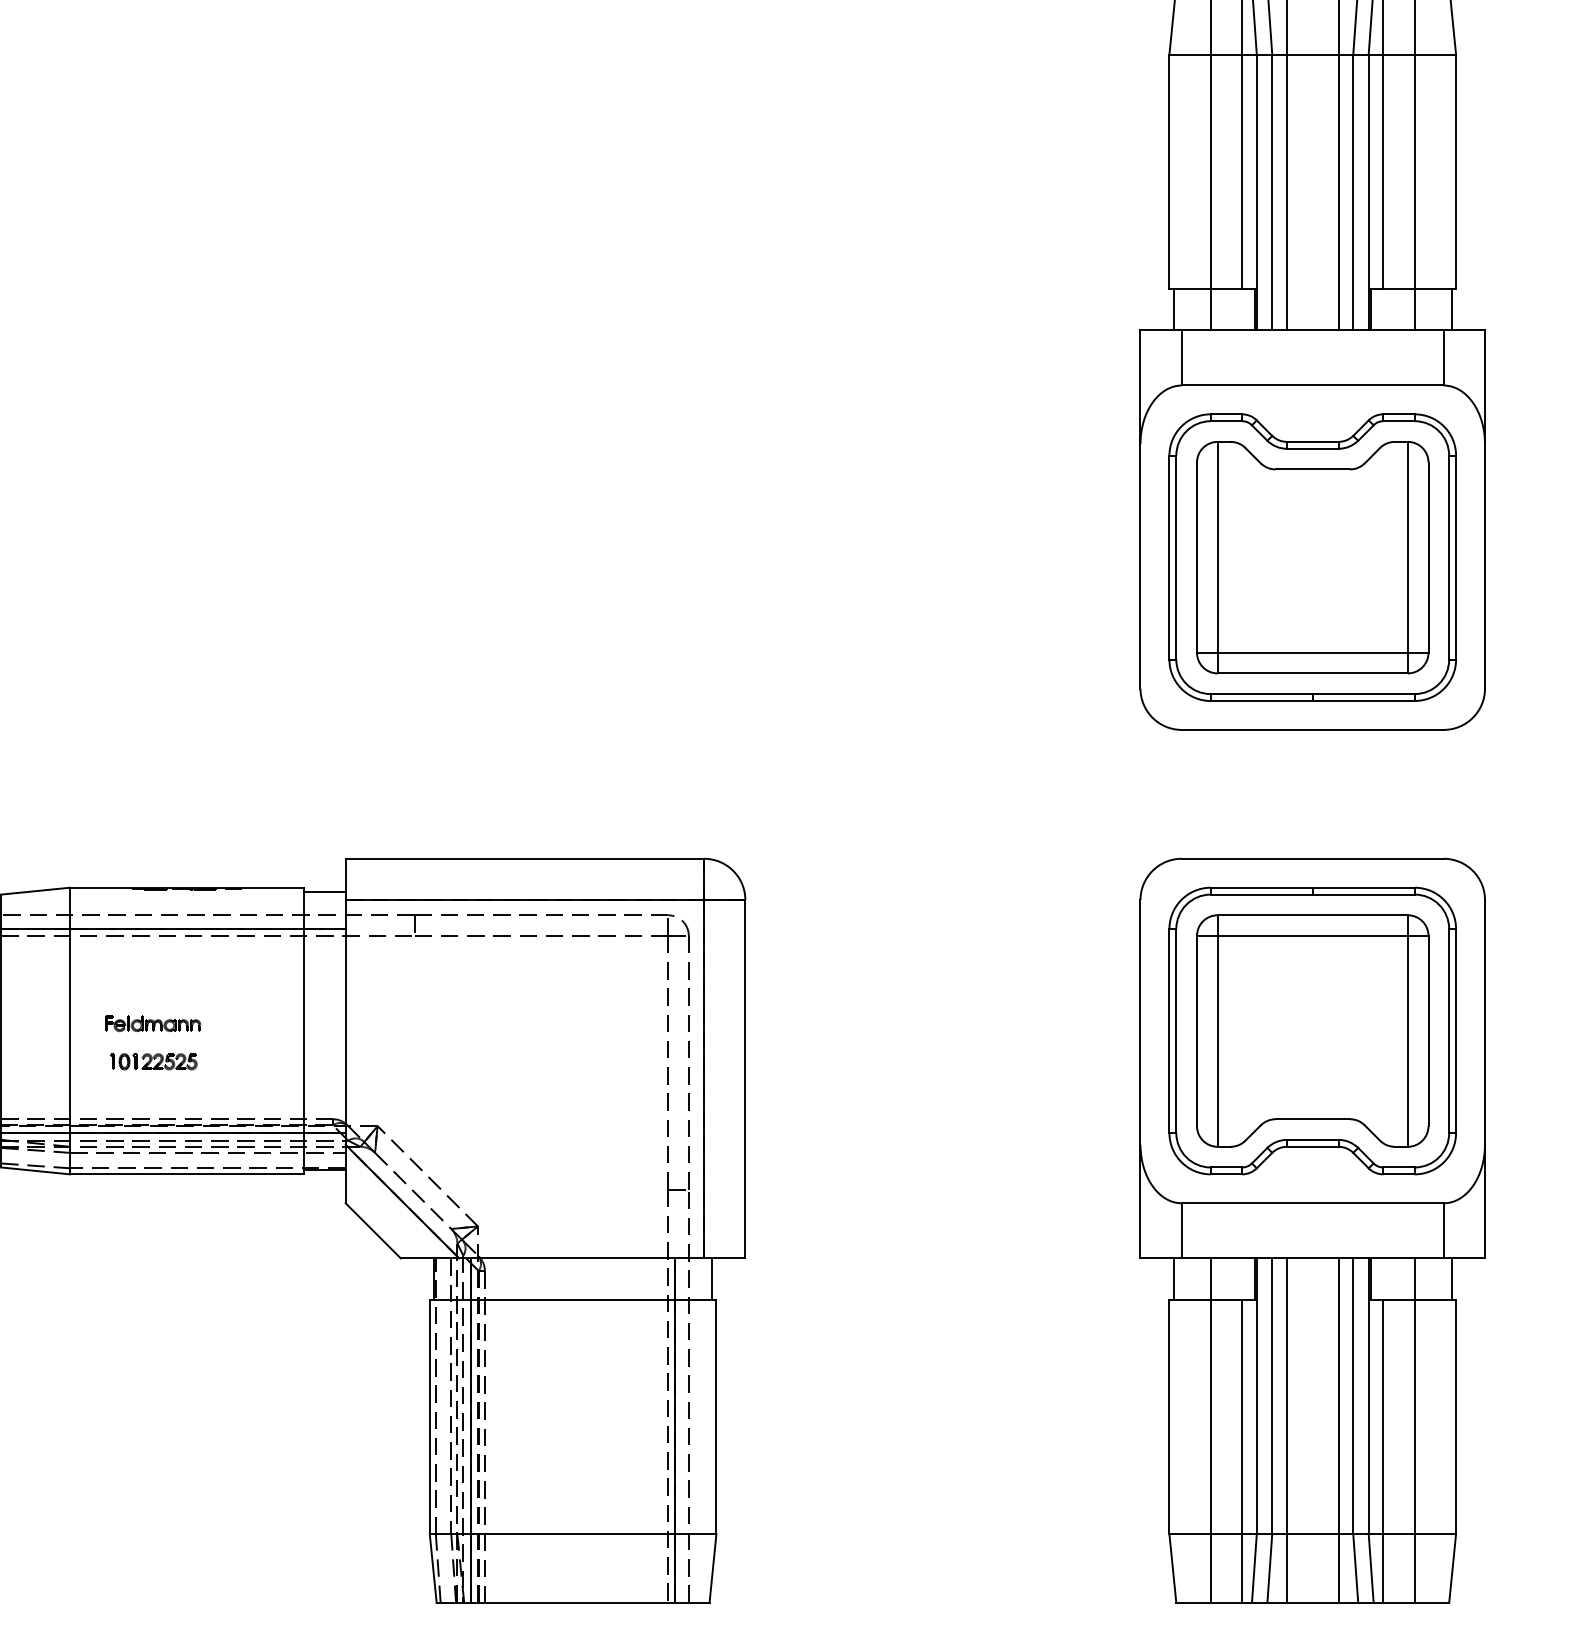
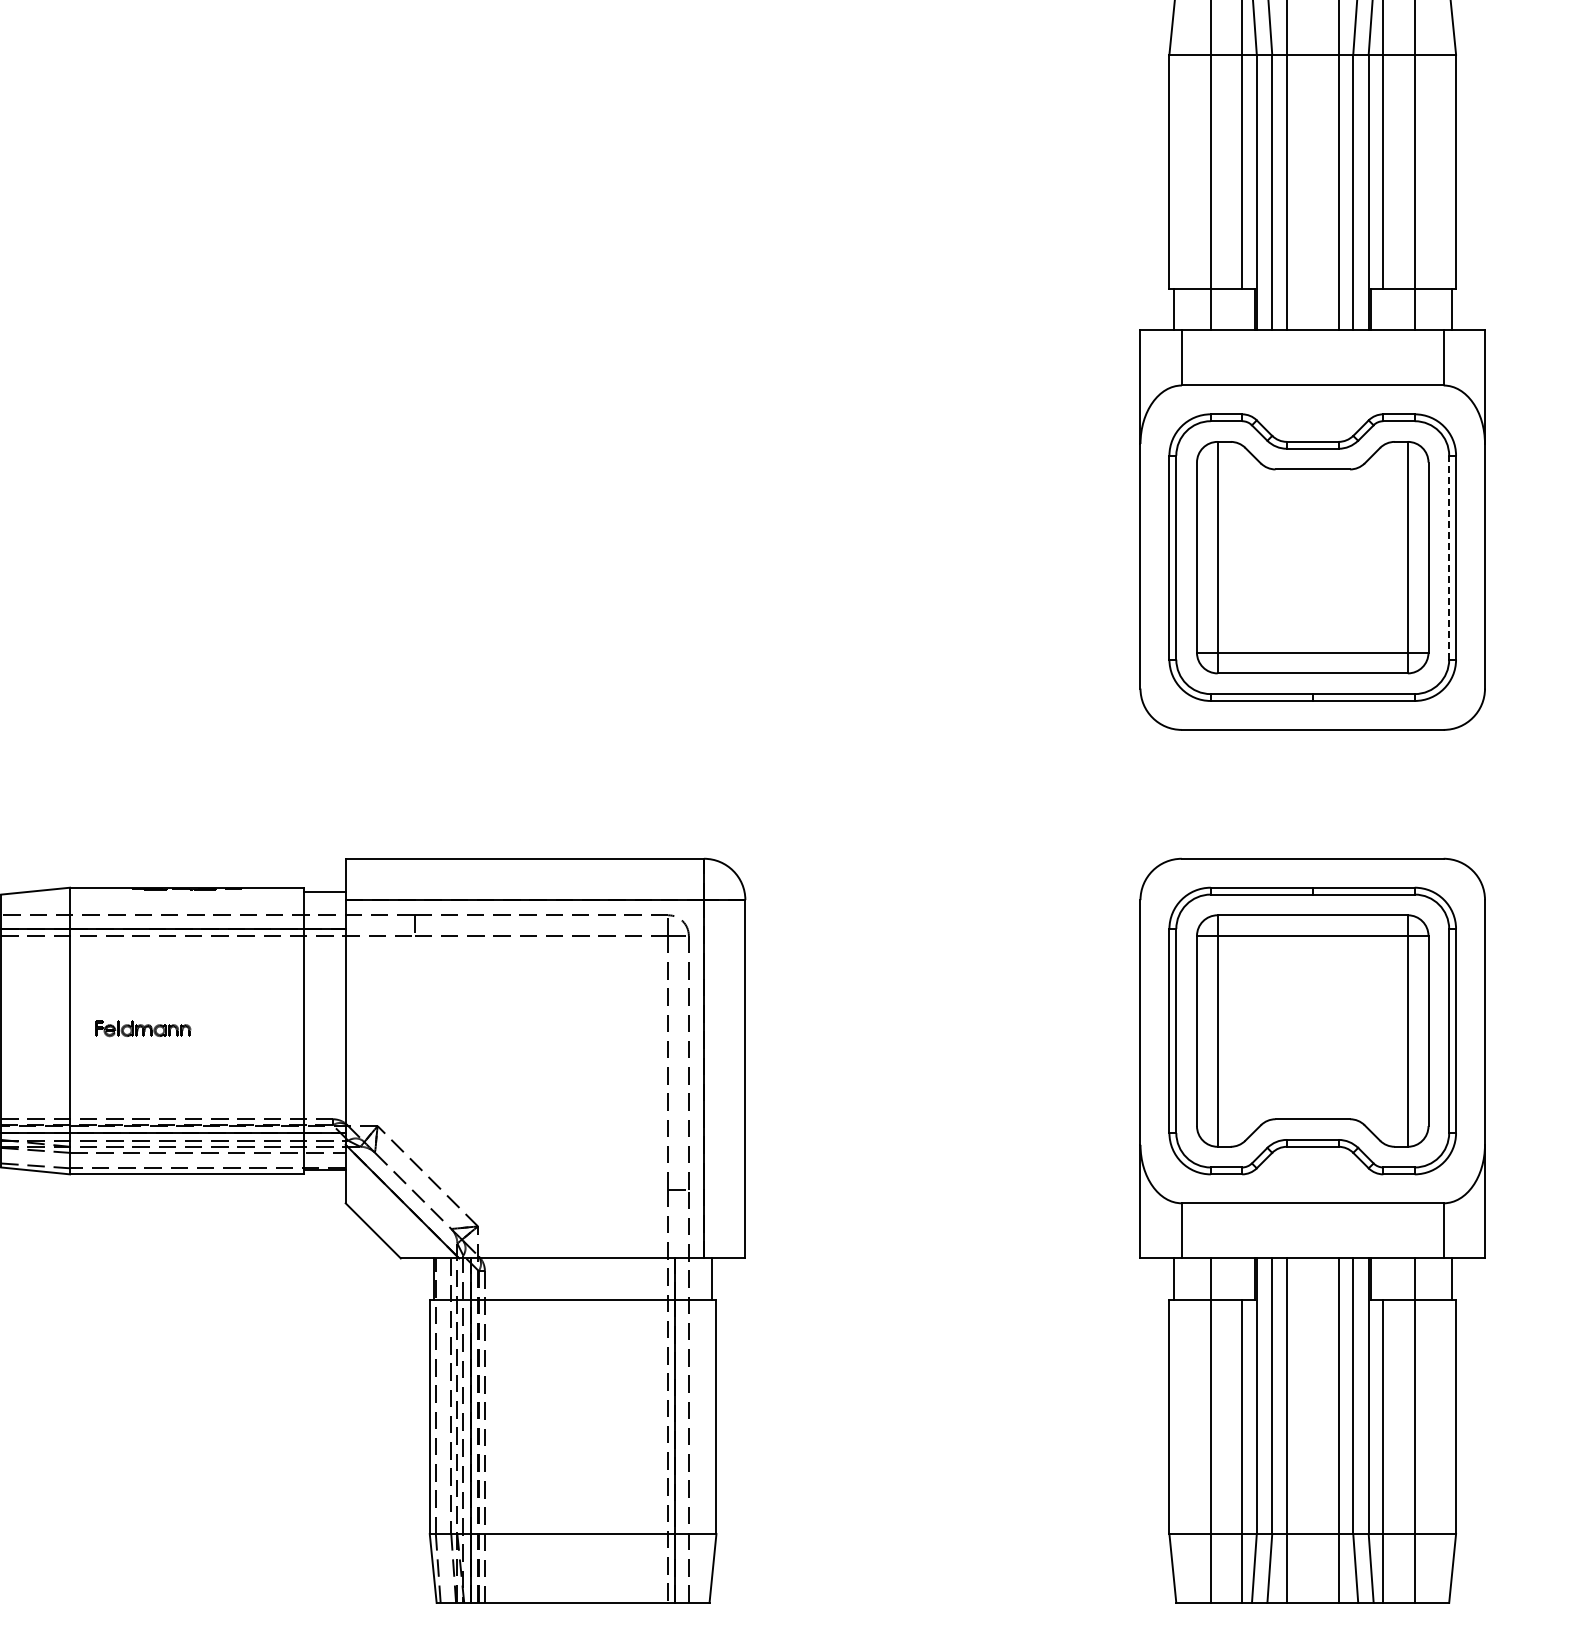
line at (1449, 557): solid -> dashed
part at (153, 1023) position: (153, 1023) -> (143, 1028)
part at (153, 1061): present -> none
